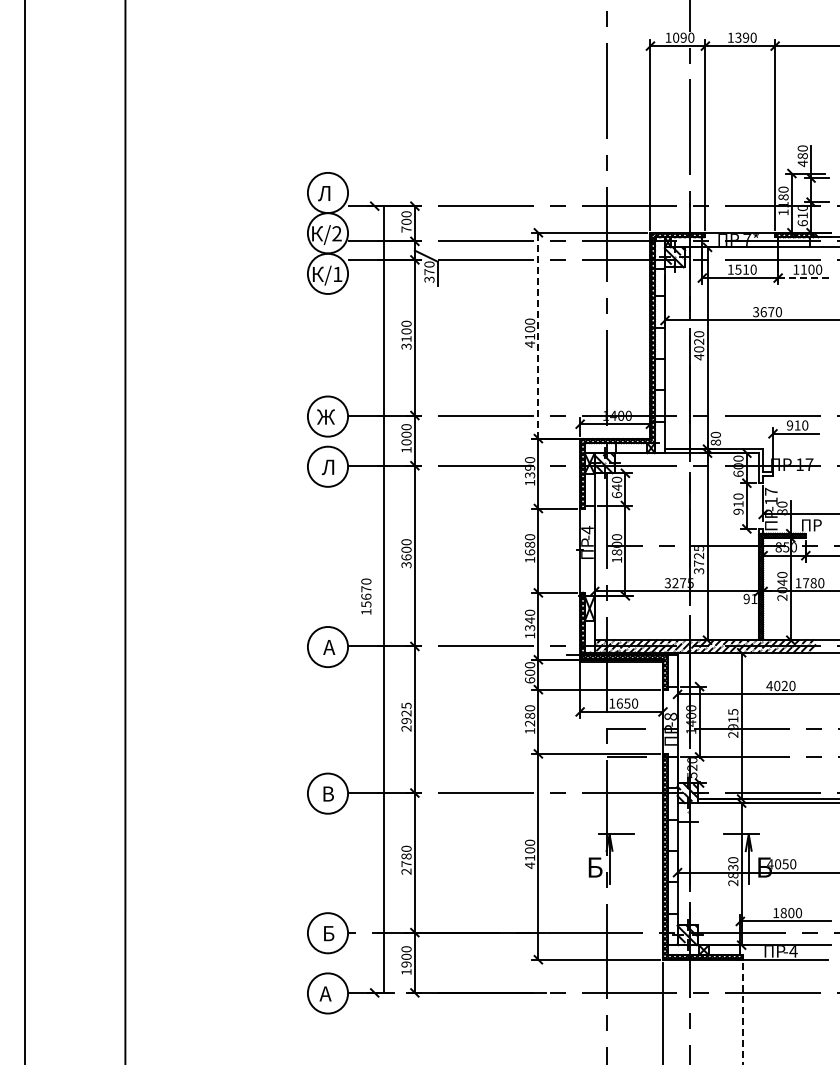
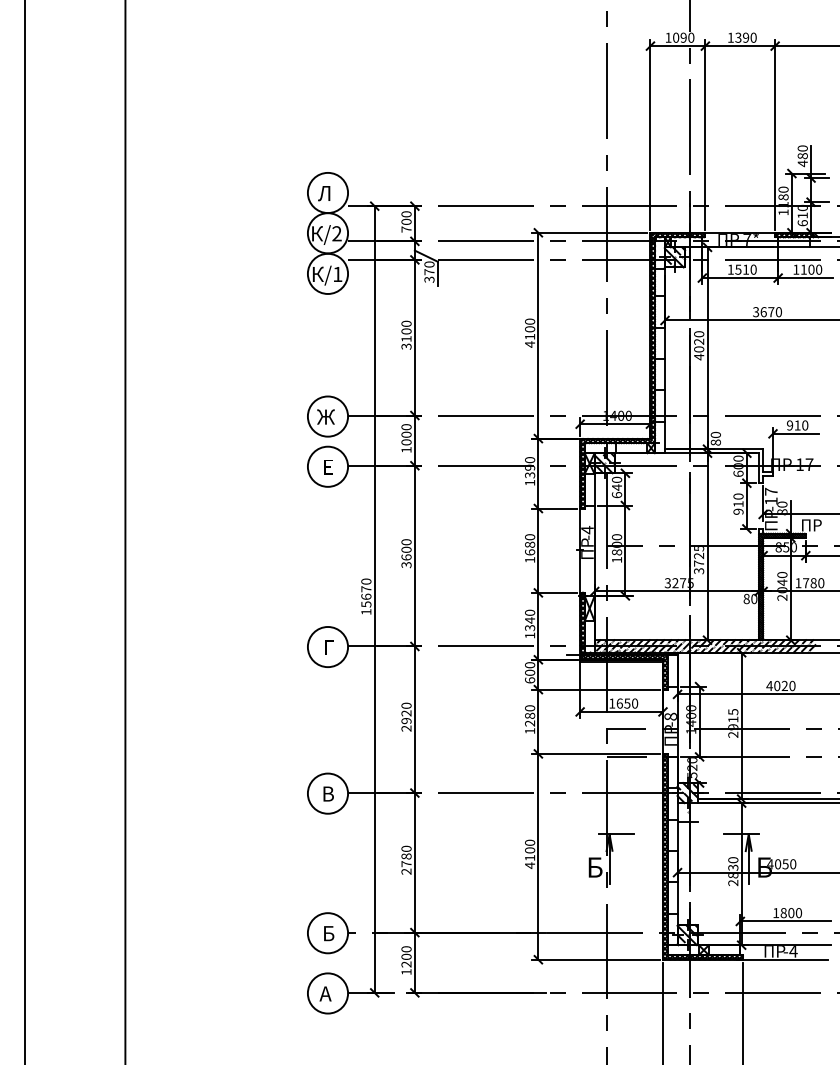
line at (805, 278): dashed -> solid
line at (538, 335): dashed -> solid
text at (327, 467): Л -> Е
text at (750, 598): 91 -> 80
line at (383, 599) position: (383, 599) -> (374, 599)
text at (329, 647): А -> Г
text at (406, 705): 2925 -> 2920
text at (406, 964): 1900 -> 1200
line at (743, 1013): dashed -> solid
